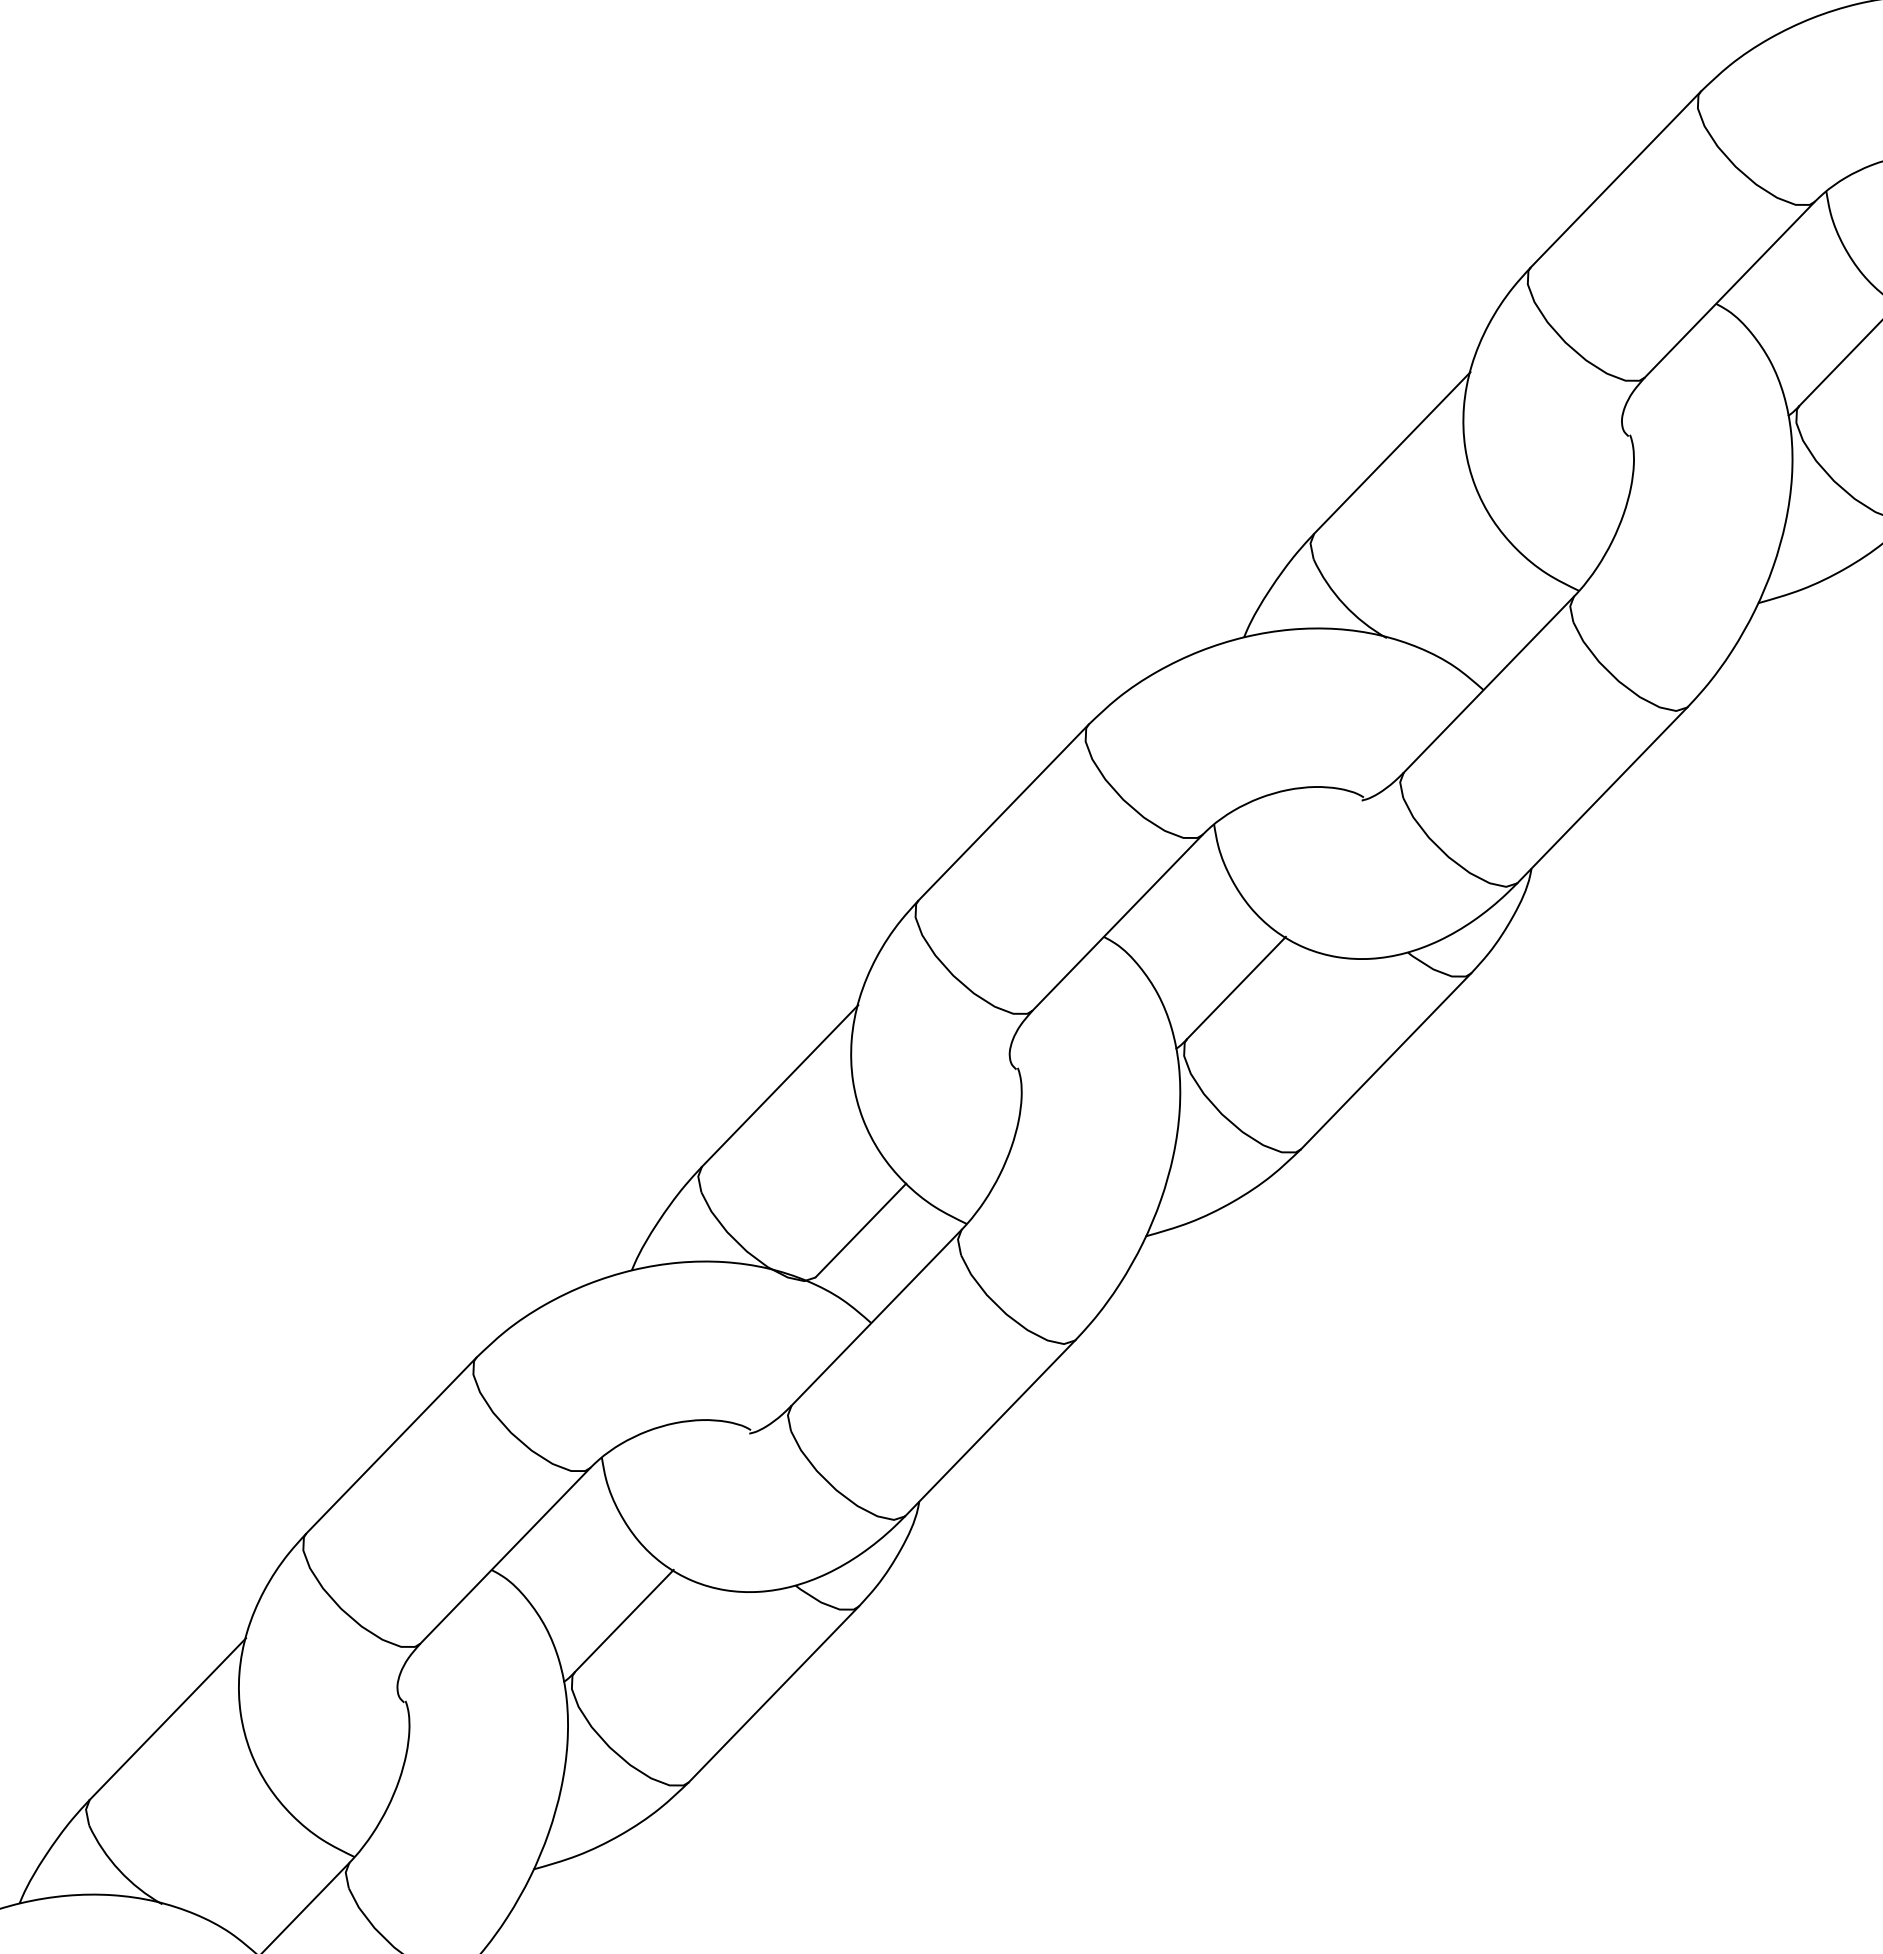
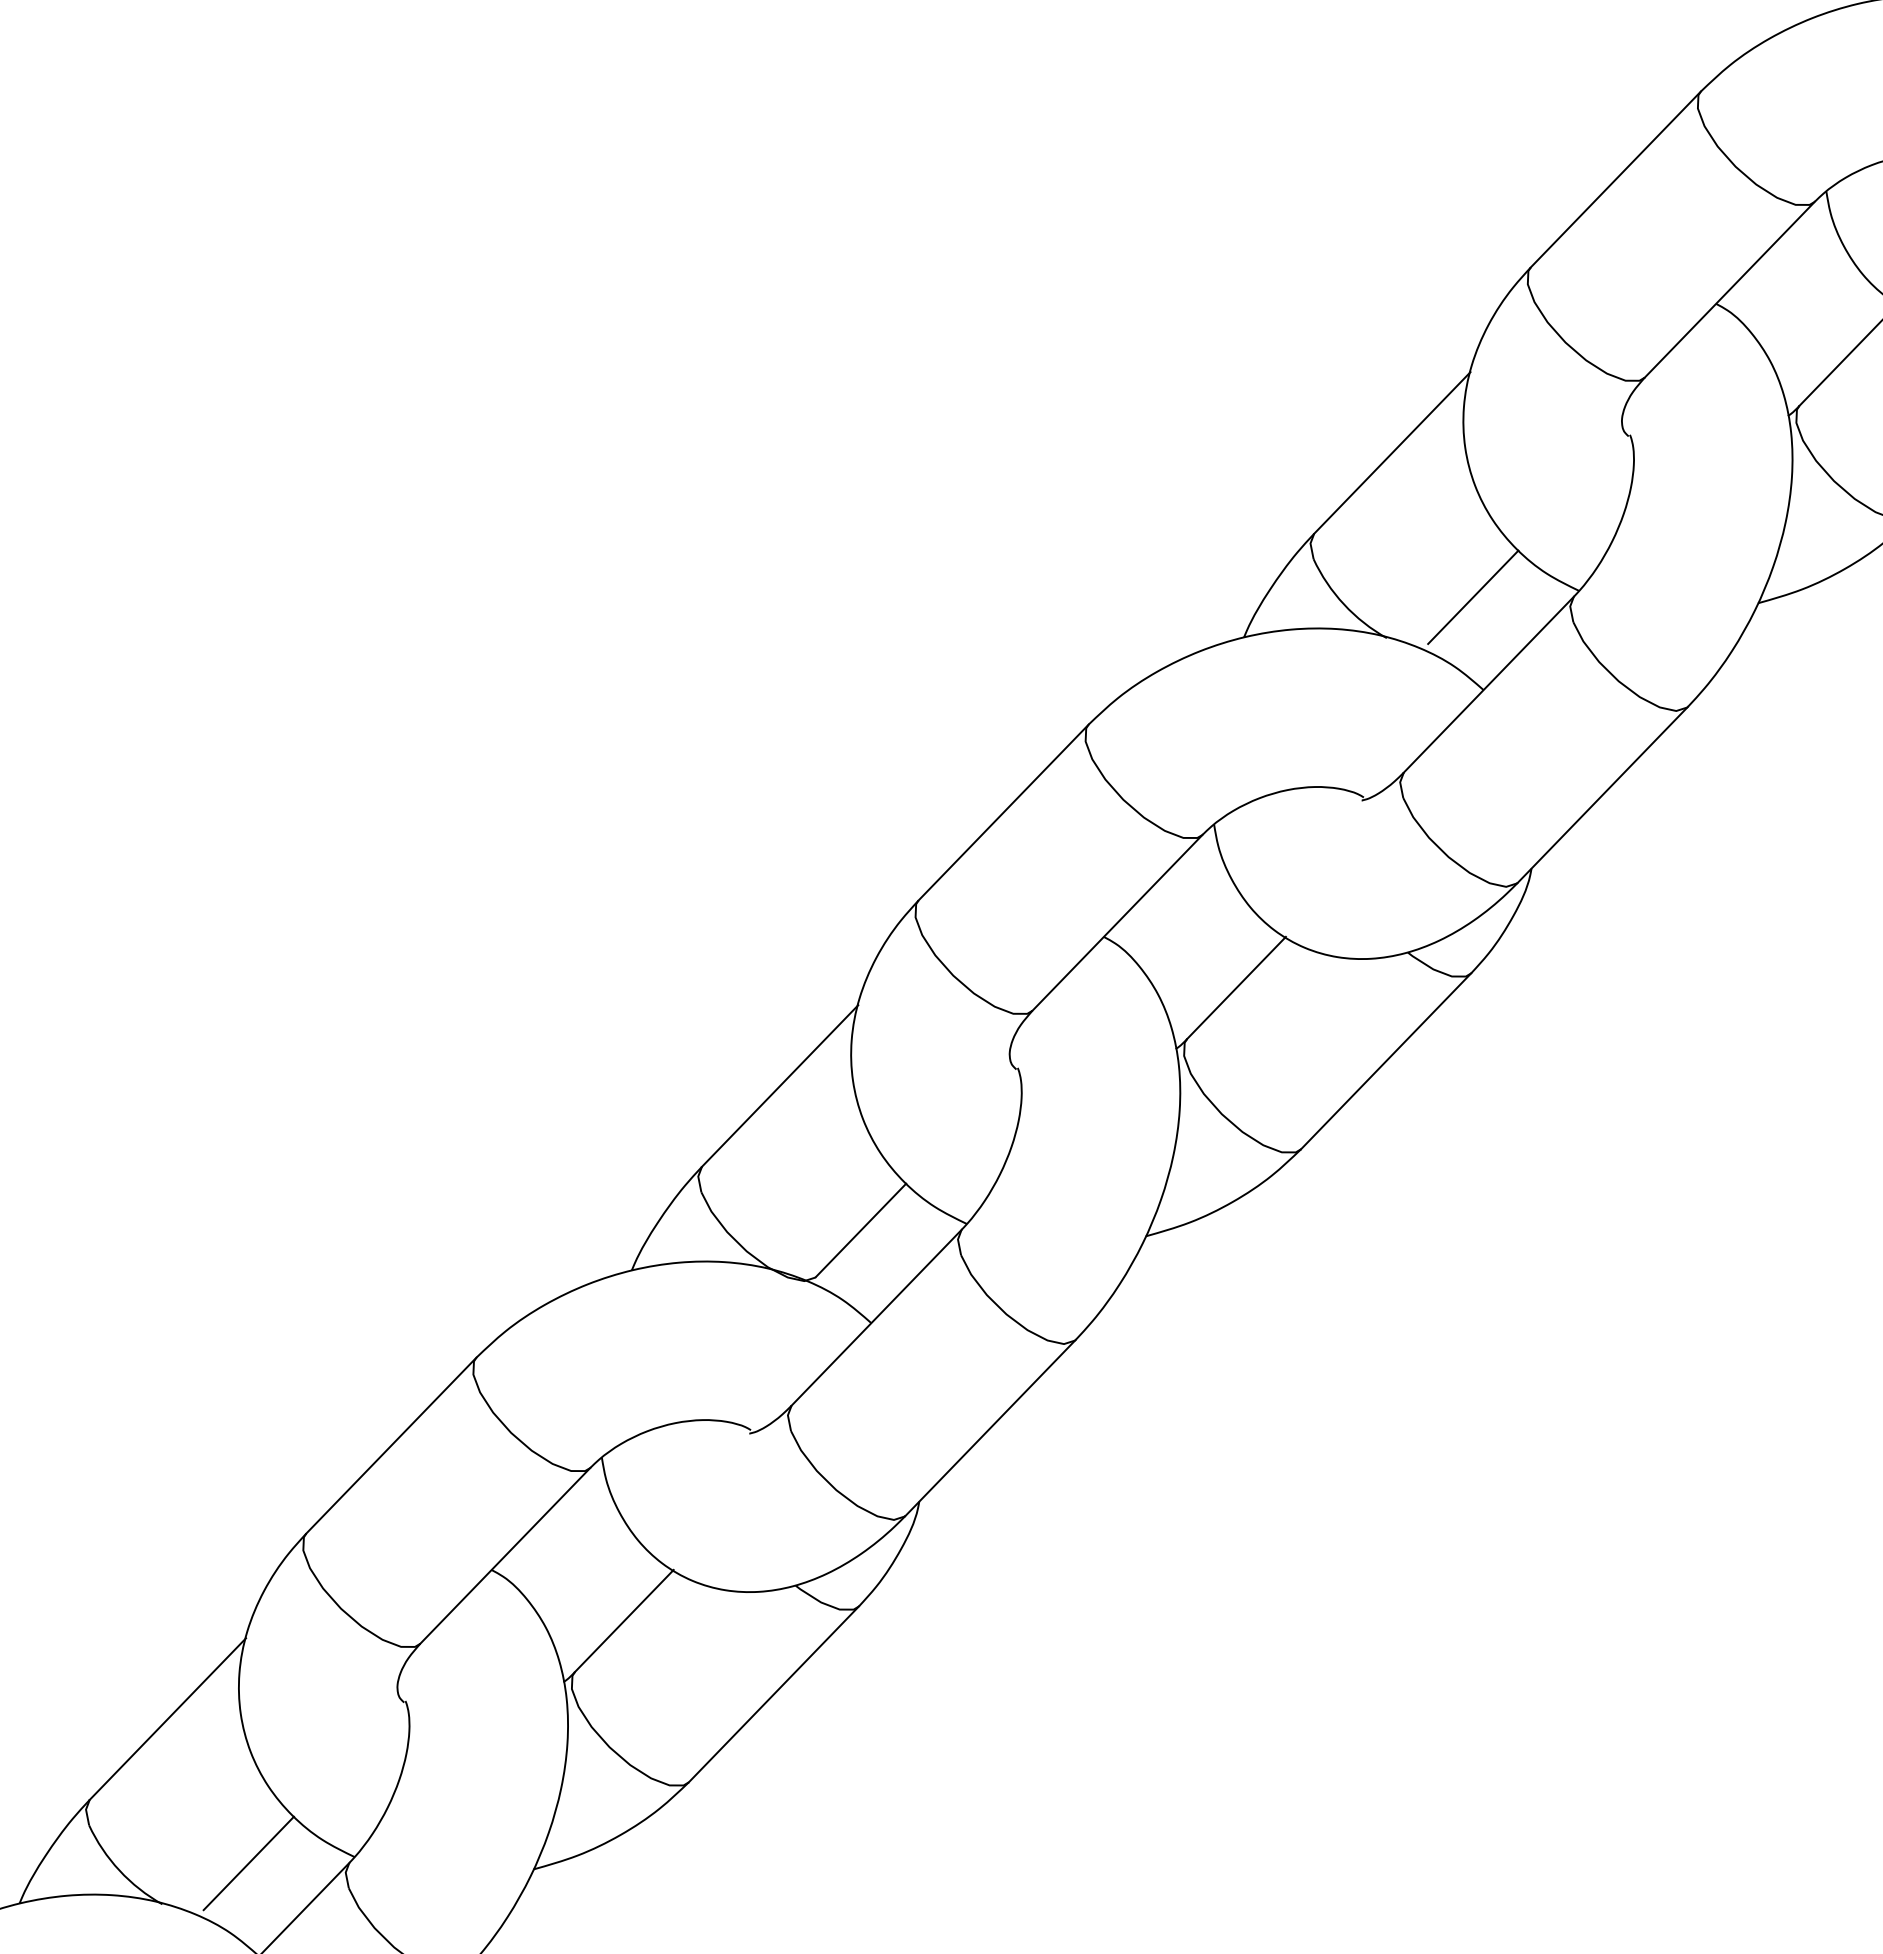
line at (1473, 596): none -> present
line at (248, 1863): none -> present
